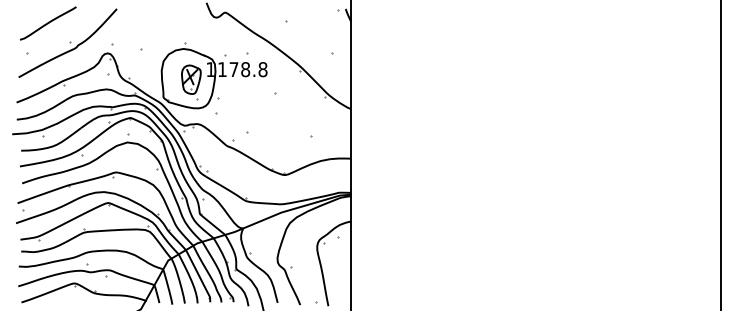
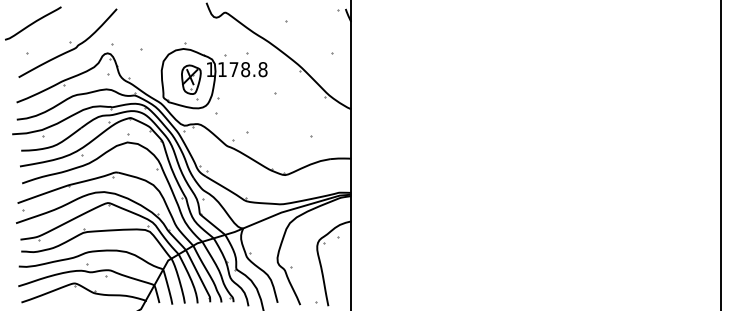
curve at (48, 23) position: (48, 23) -> (33, 23)
